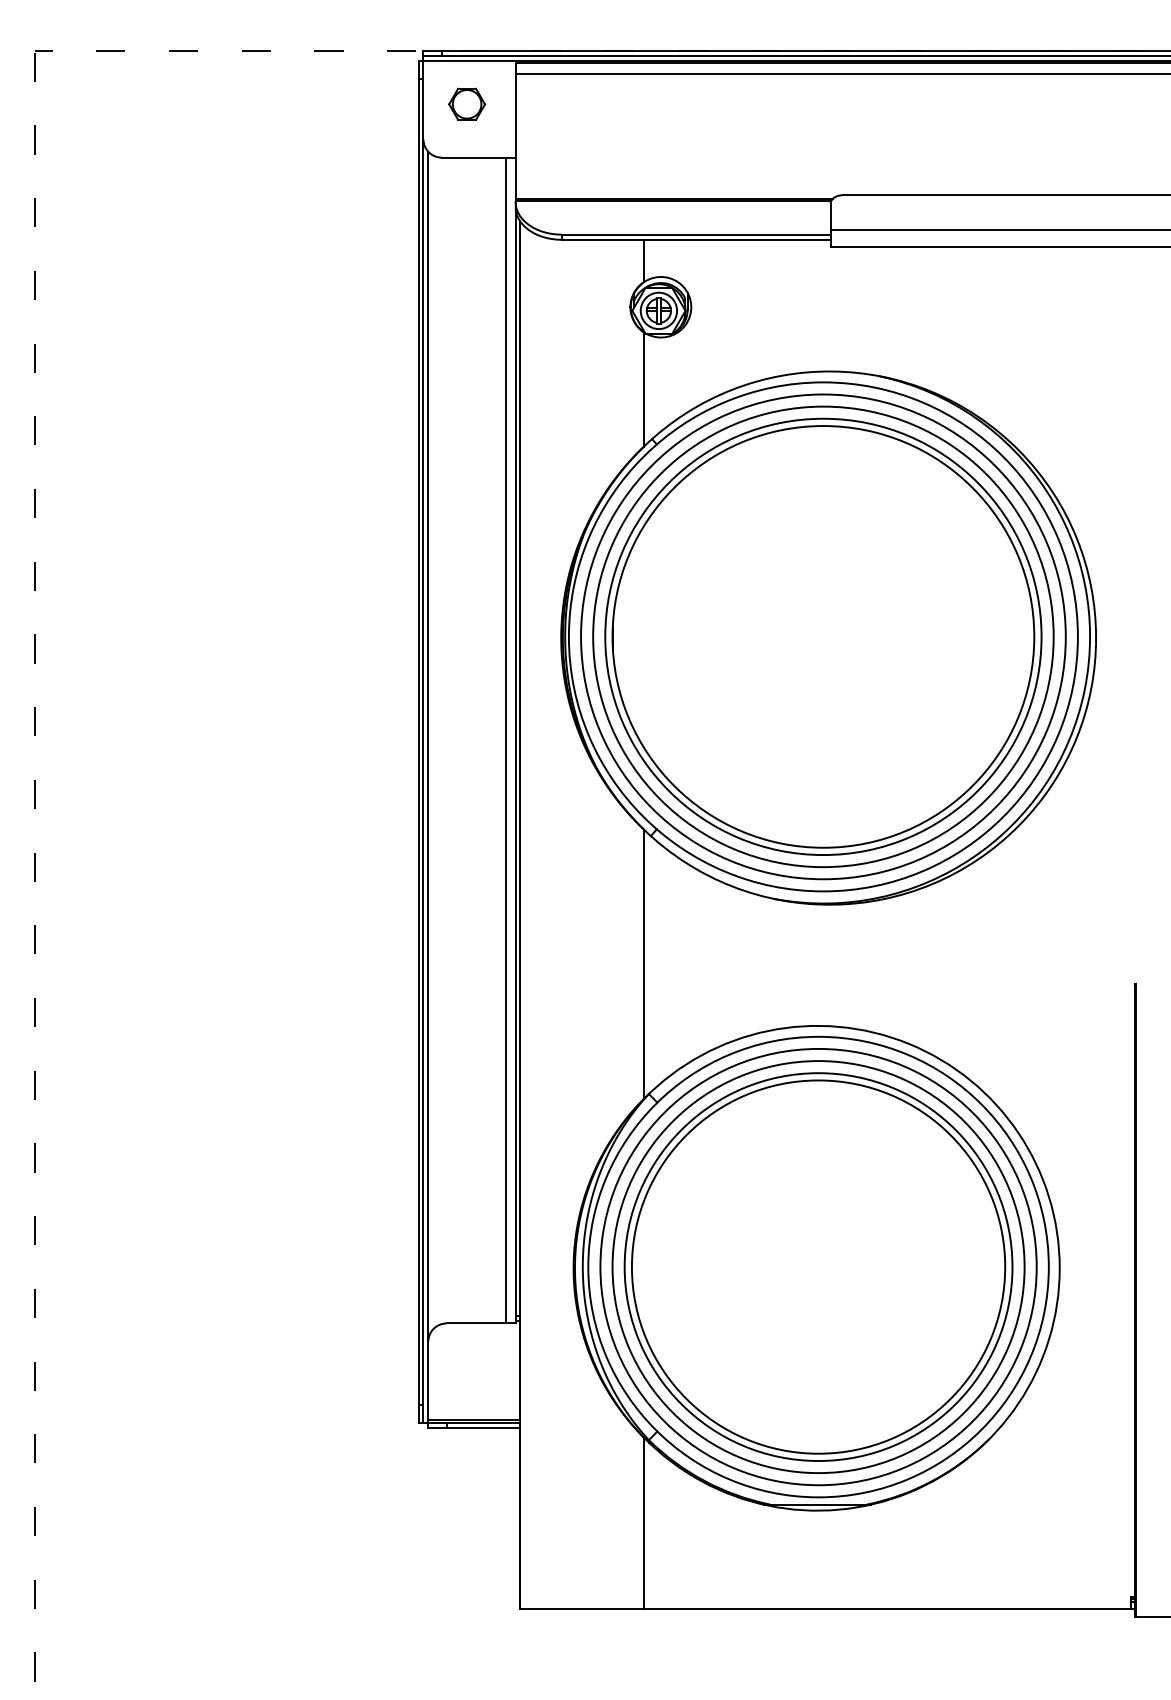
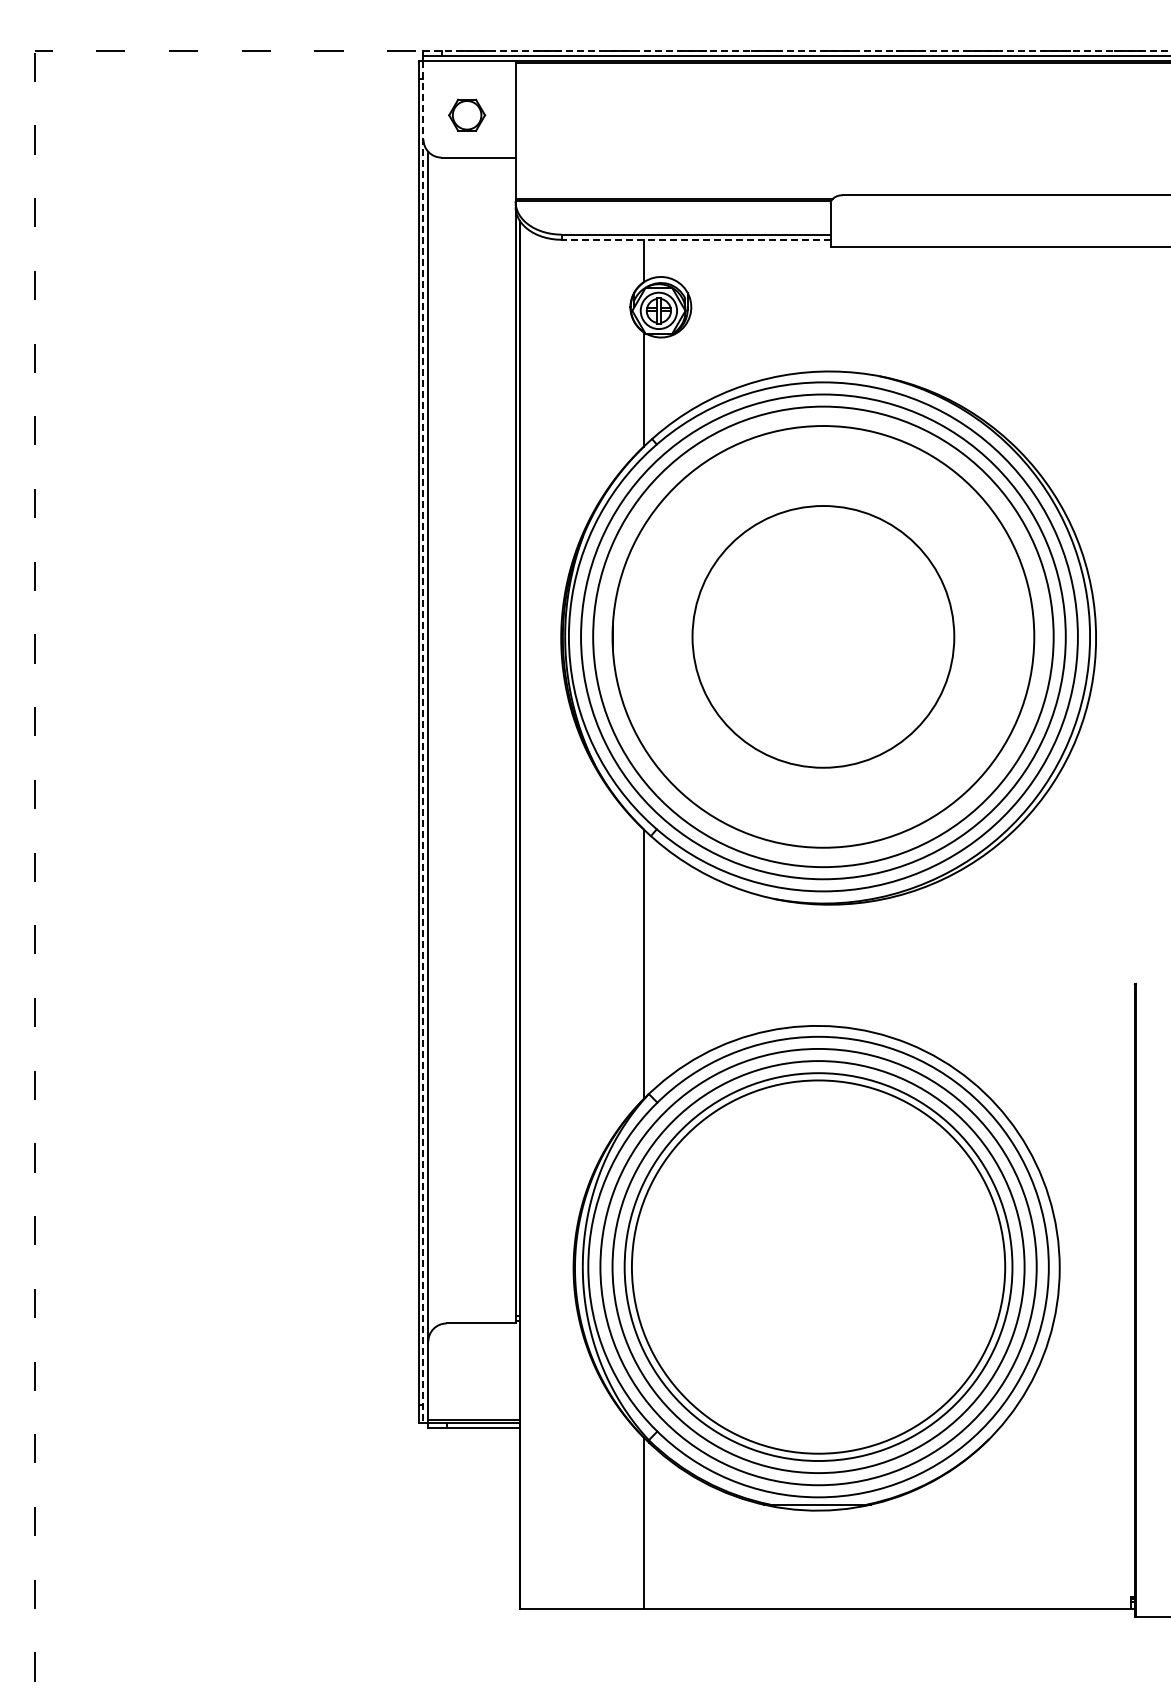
line at (797, 50): solid -> dashed
line at (841, 74): present -> none
part at (467, 103) position: (467, 103) -> (467, 114)
line at (998, 230): present -> none
line at (696, 239): solid -> dashed
circle at (823, 636) diameter: 436 px -> 262 px
line at (505, 740): present -> none
line at (423, 742): solid -> dashed
